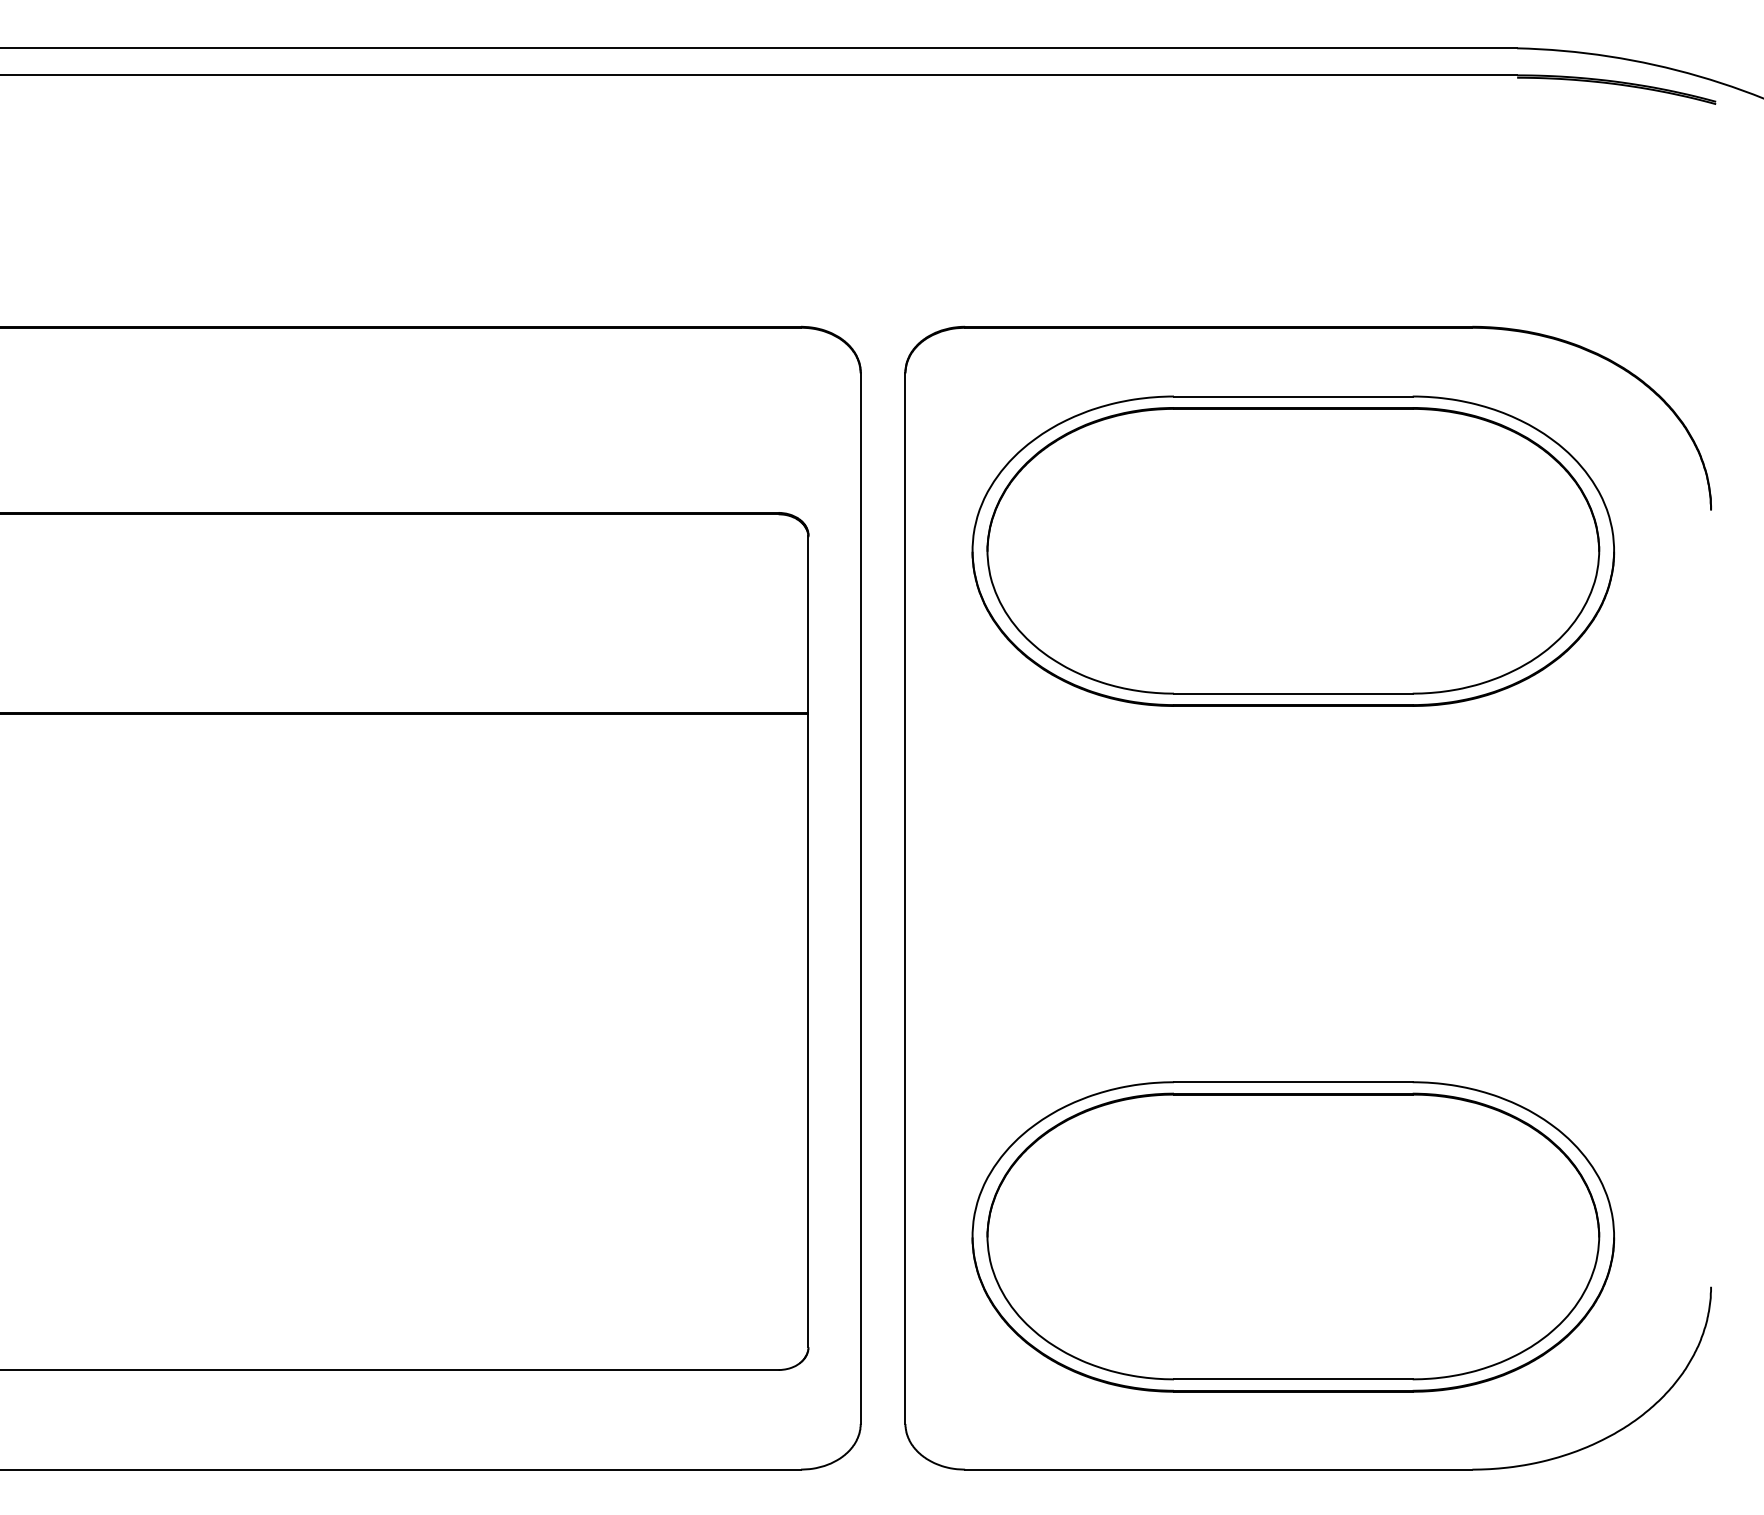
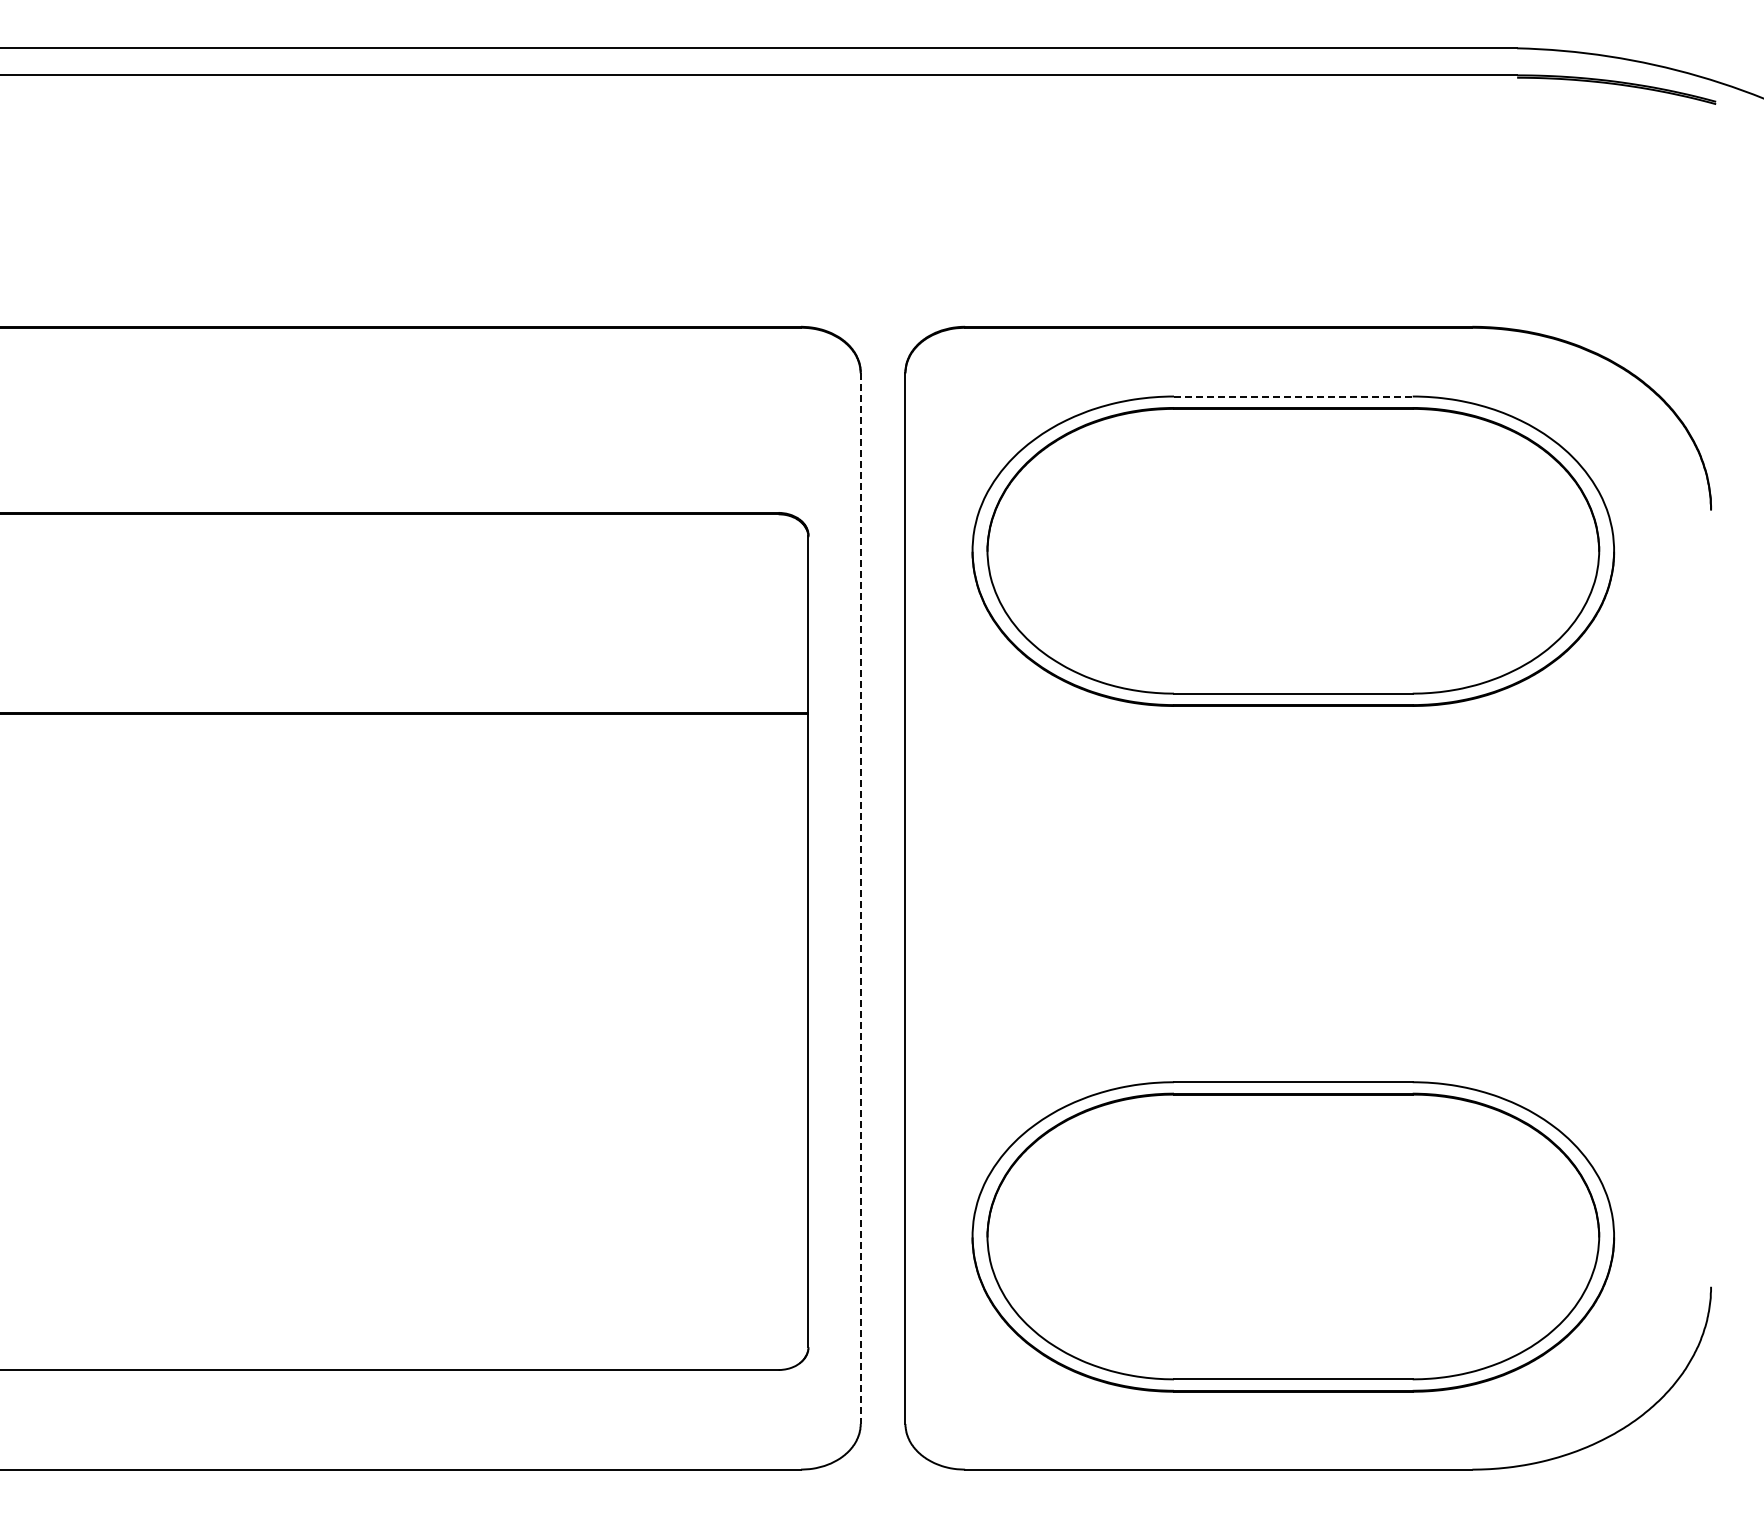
line at (1293, 396): solid -> dashed
line at (860, 898): solid -> dashed
